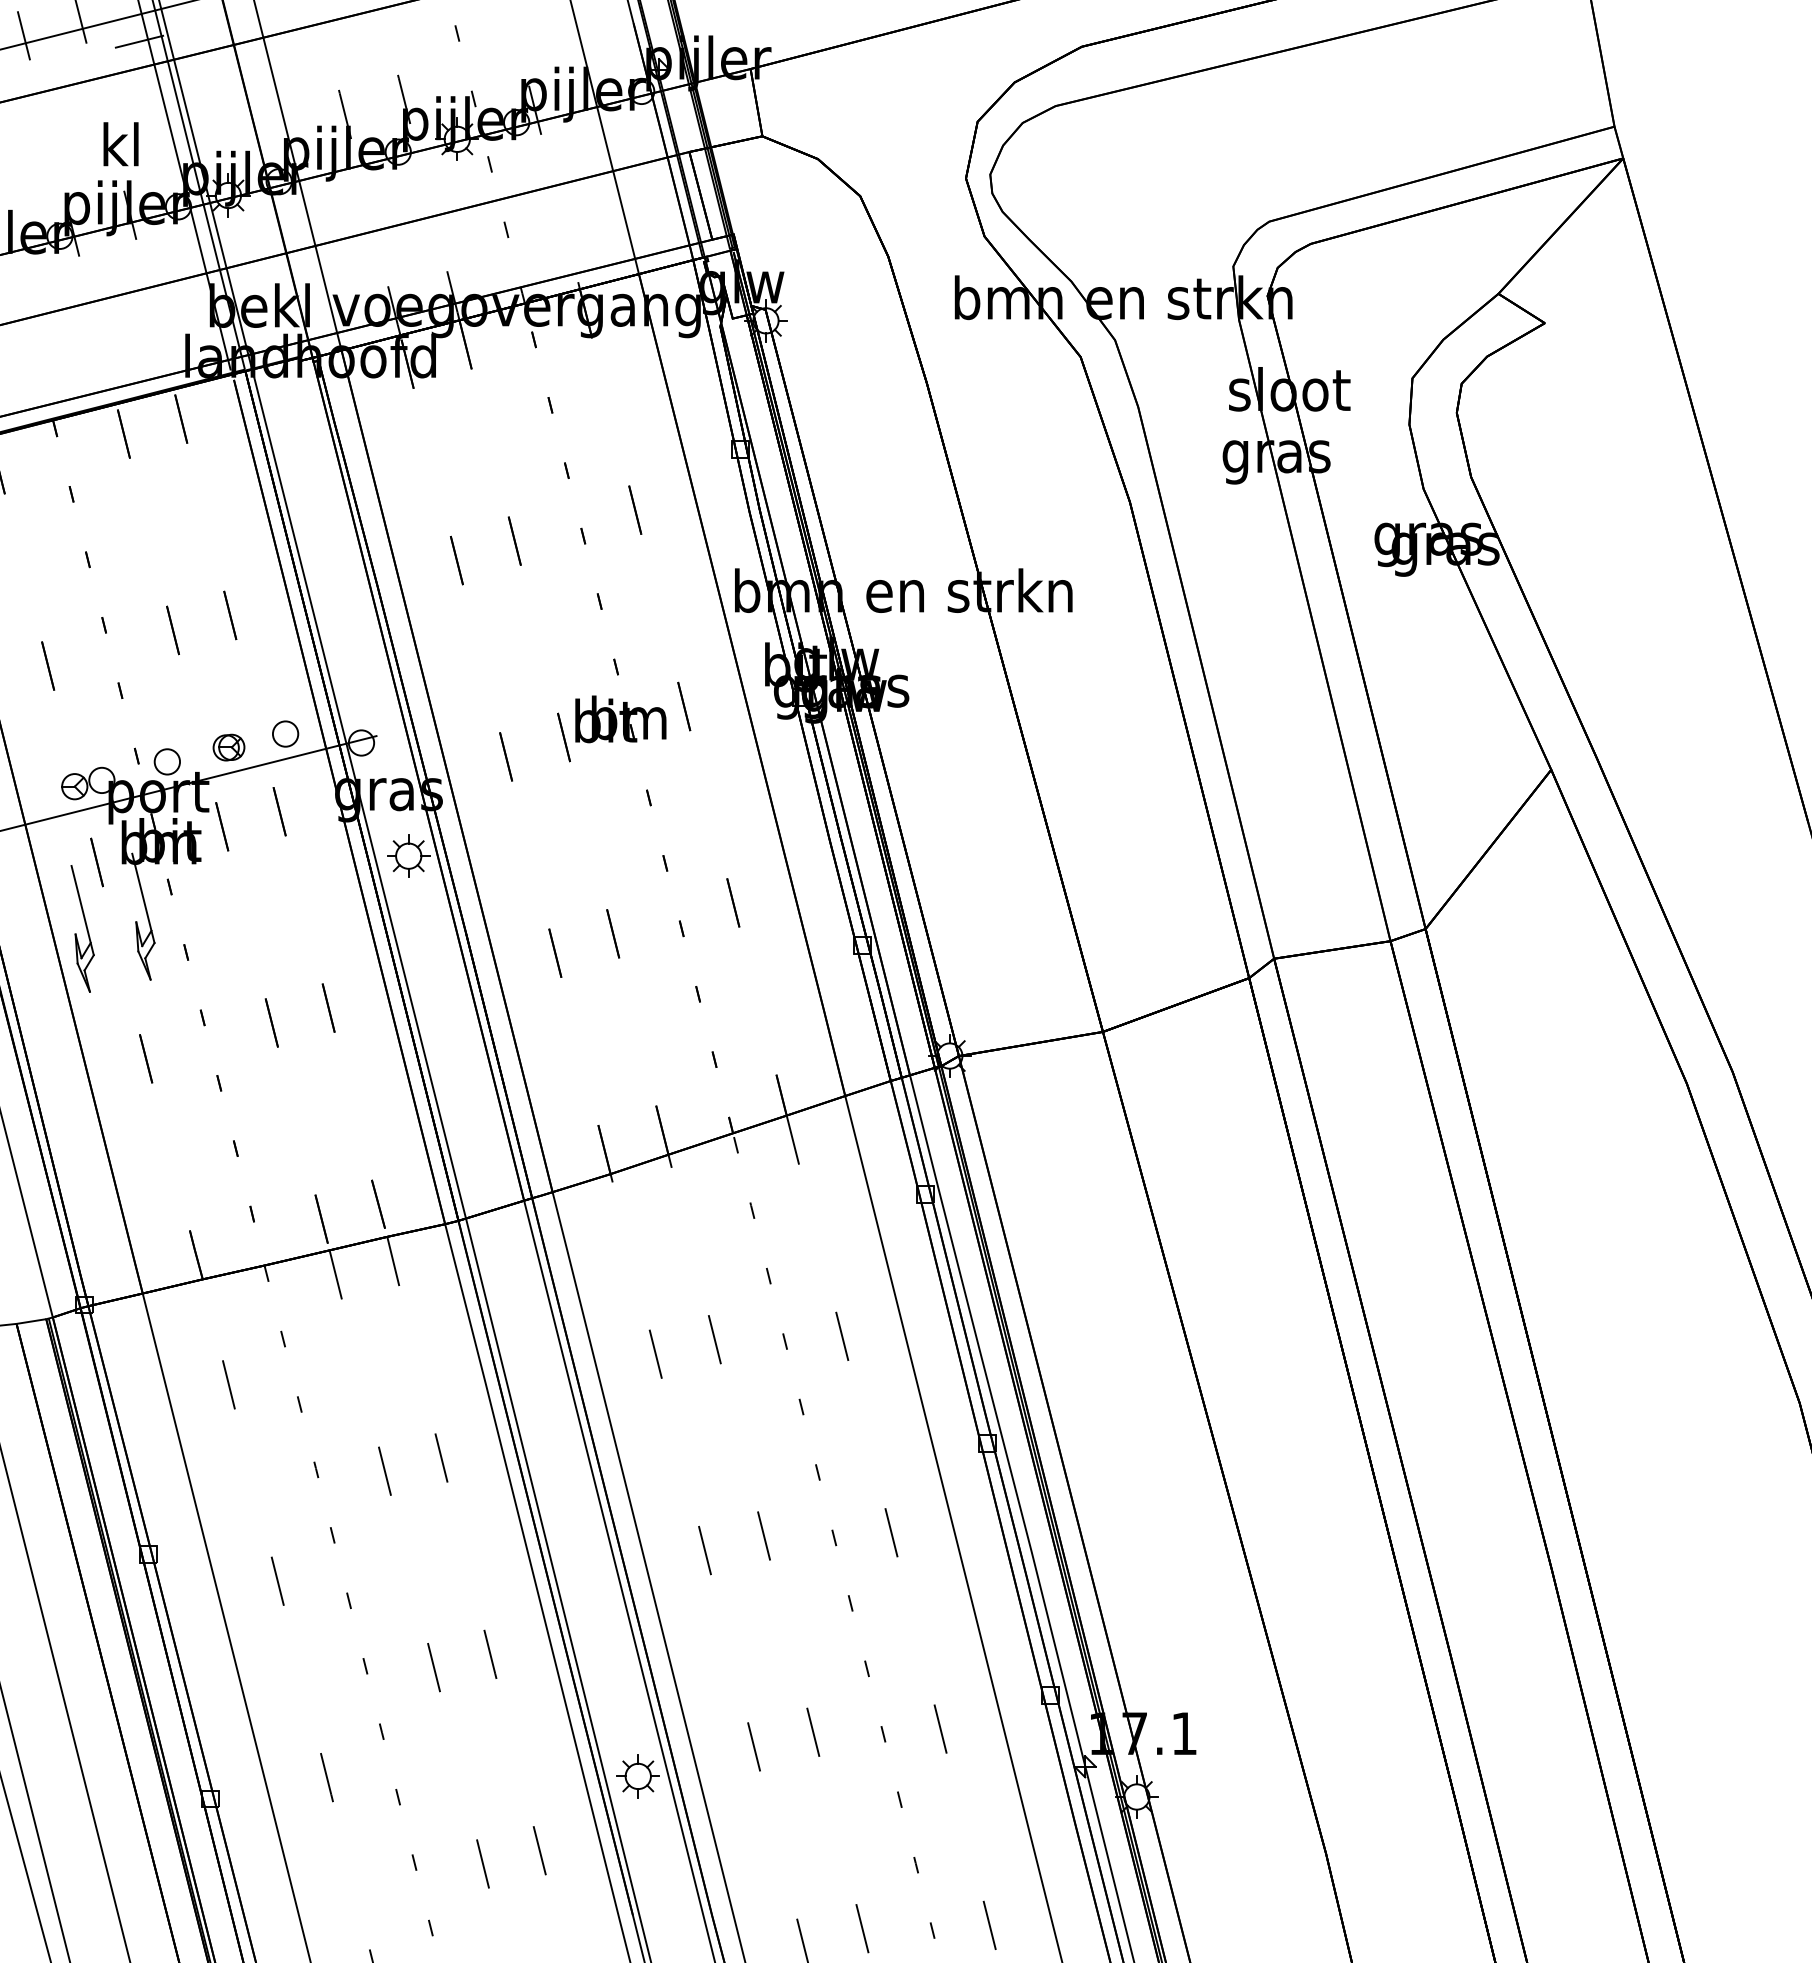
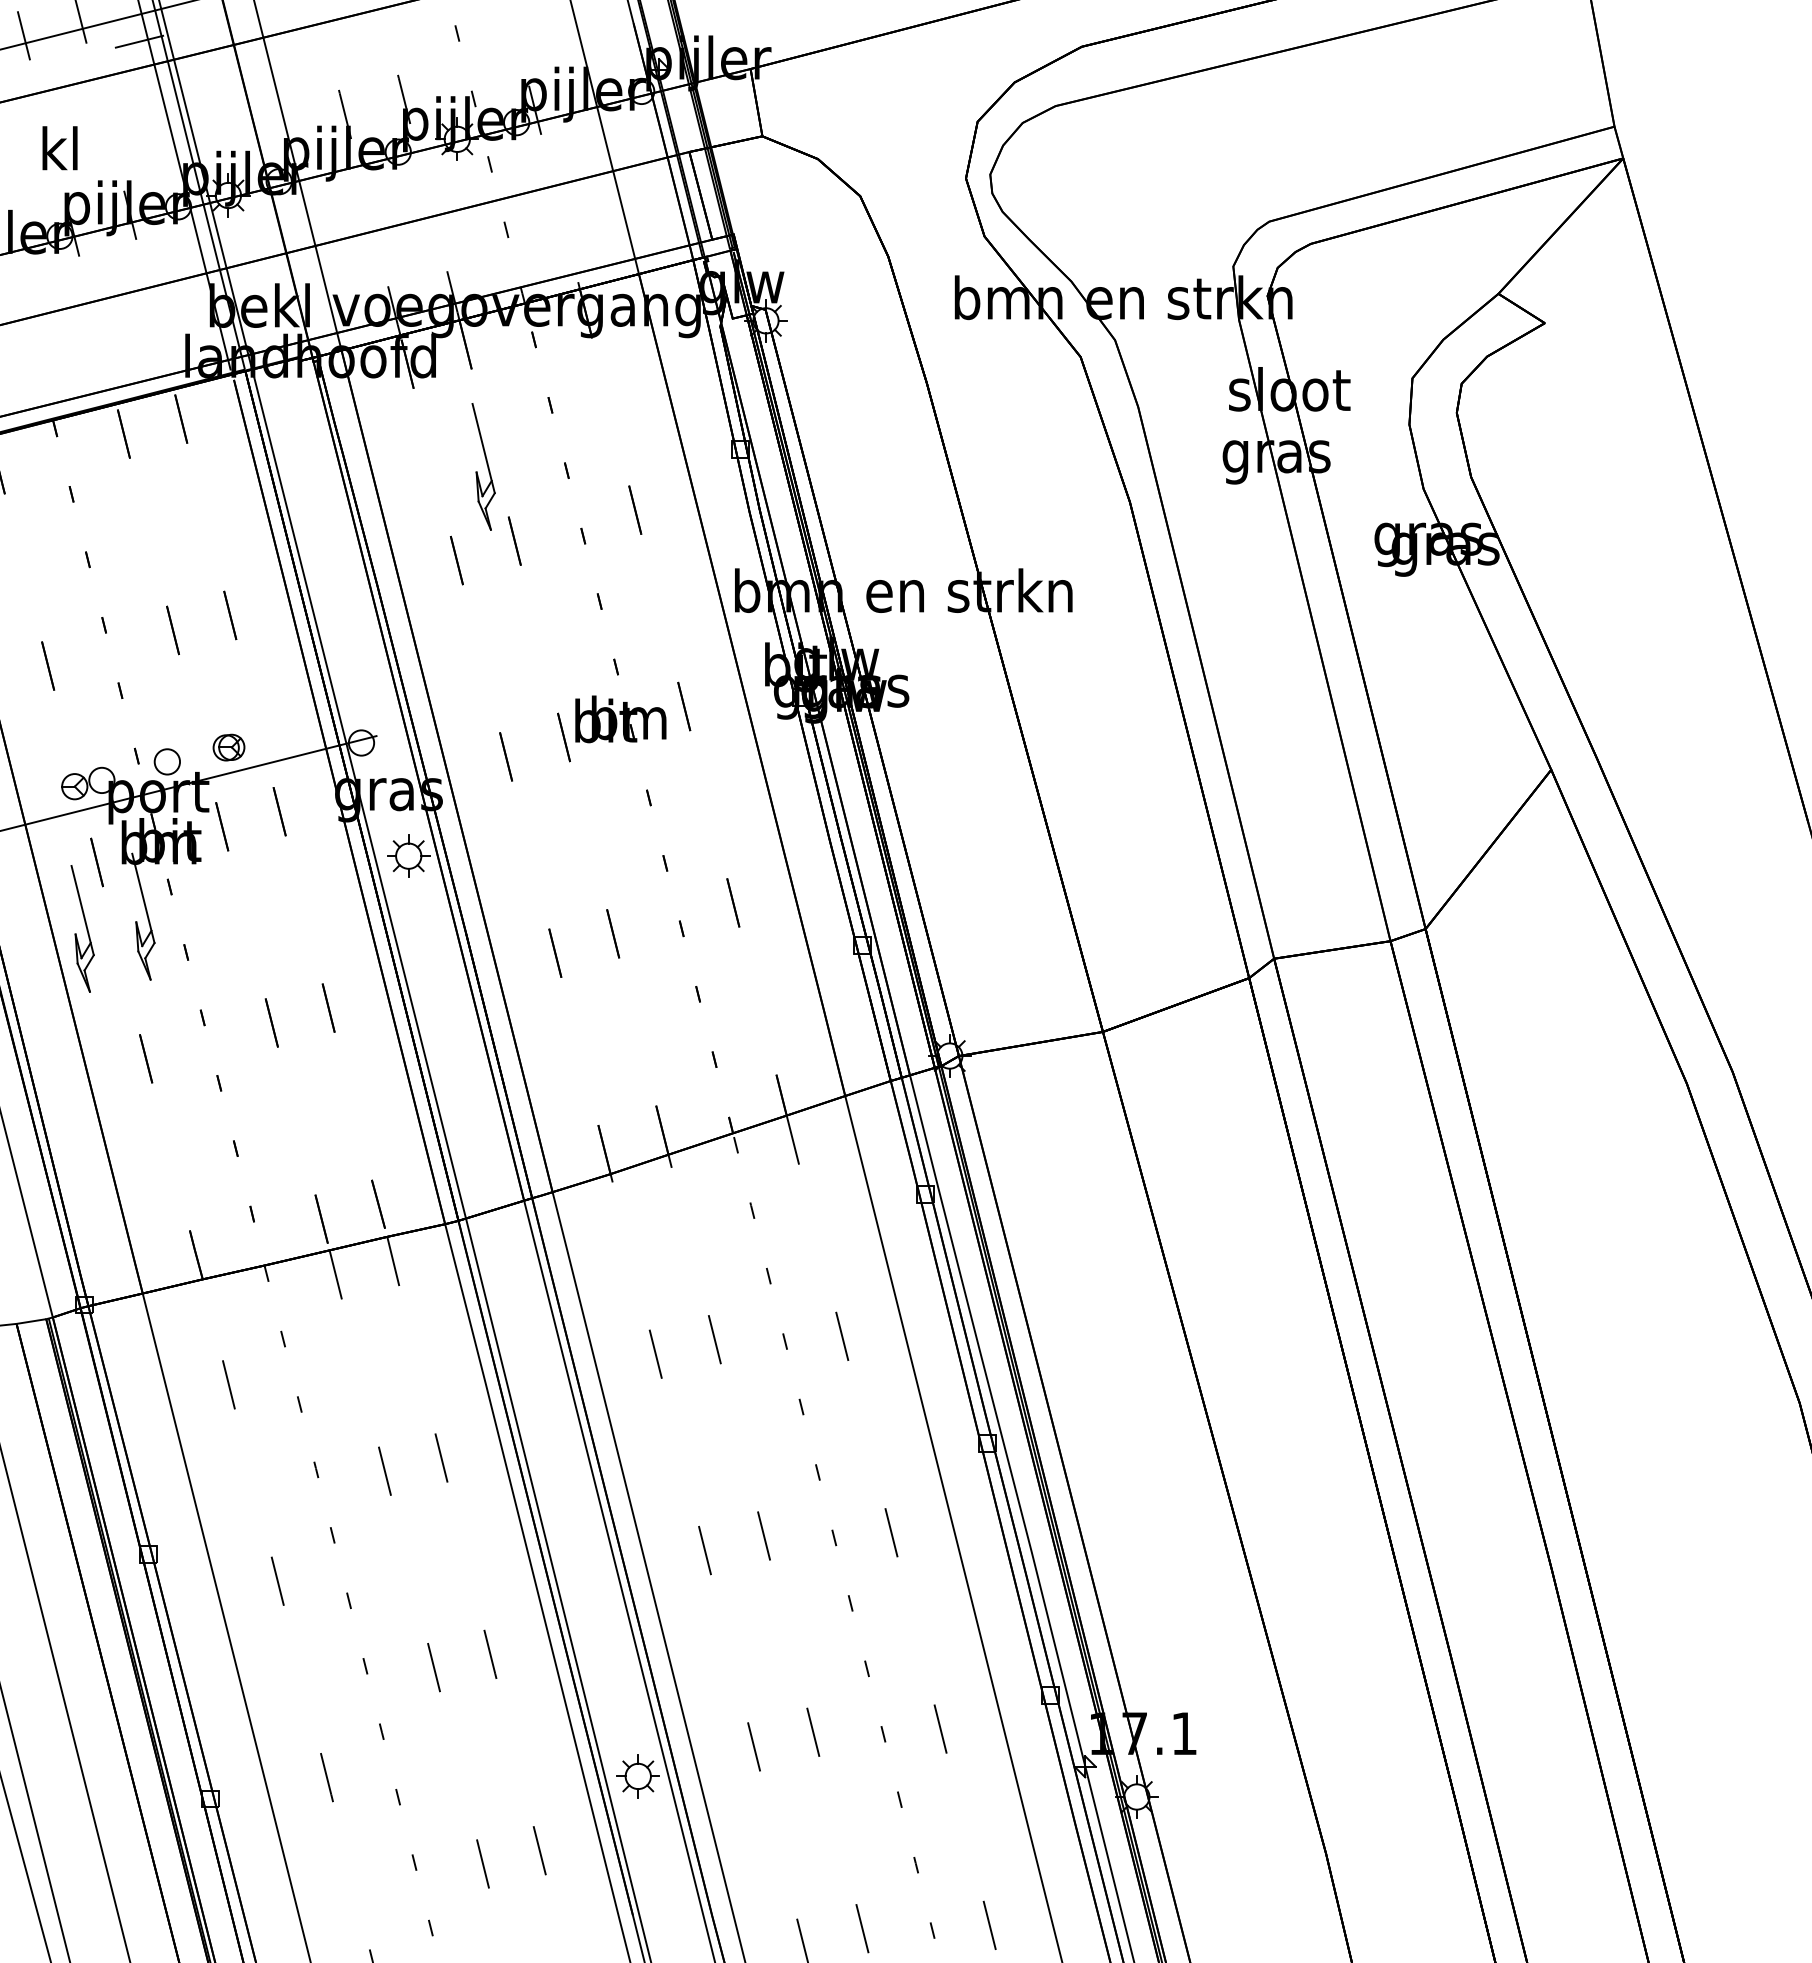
text at (120, 144) position: (120, 144) -> (59, 148)
part at (483, 466): none -> present
part at (285, 733): present -> none
